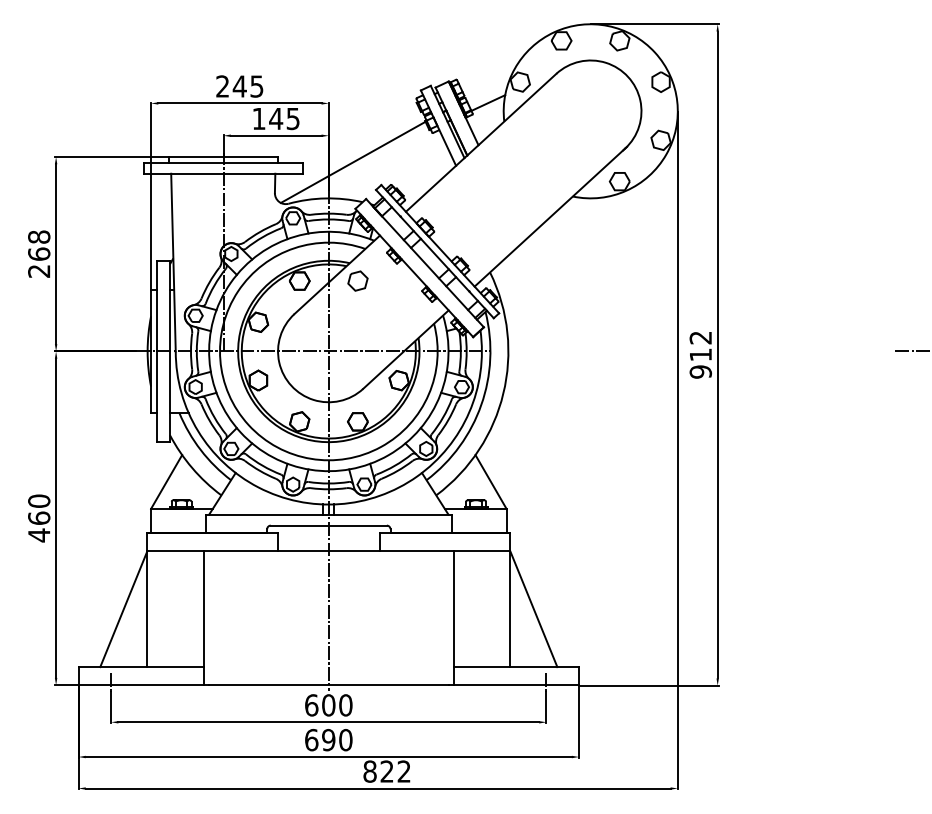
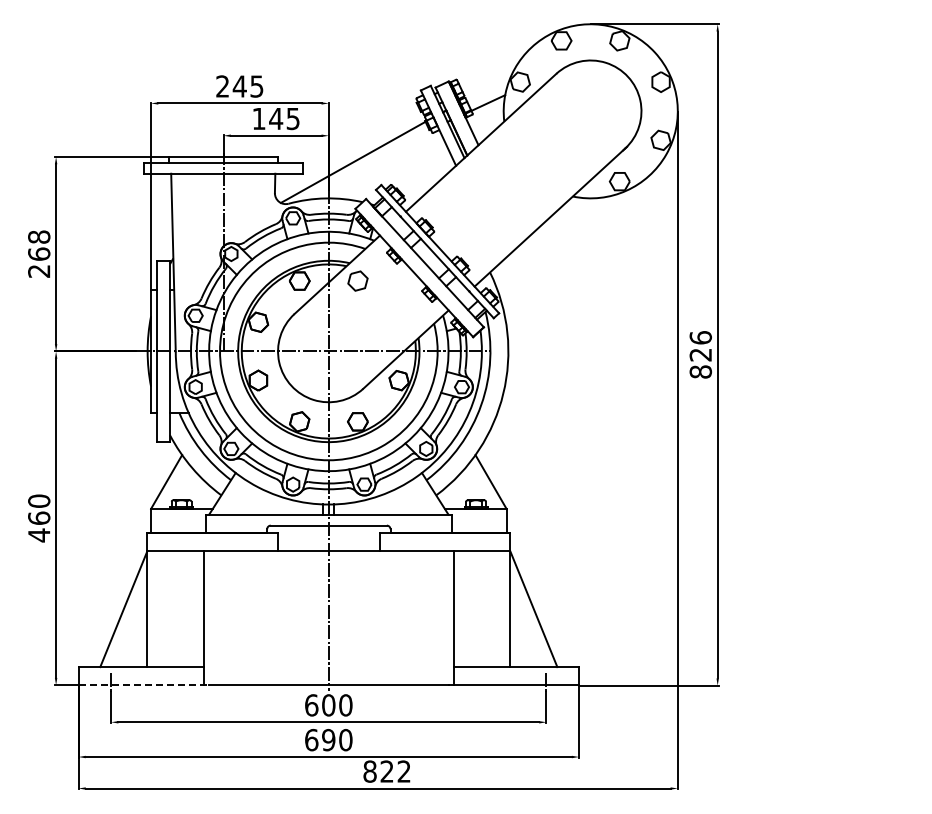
line at (911, 351): present -> none
text at (700, 354): 912 -> 826
line at (144, 685): solid -> dashed
